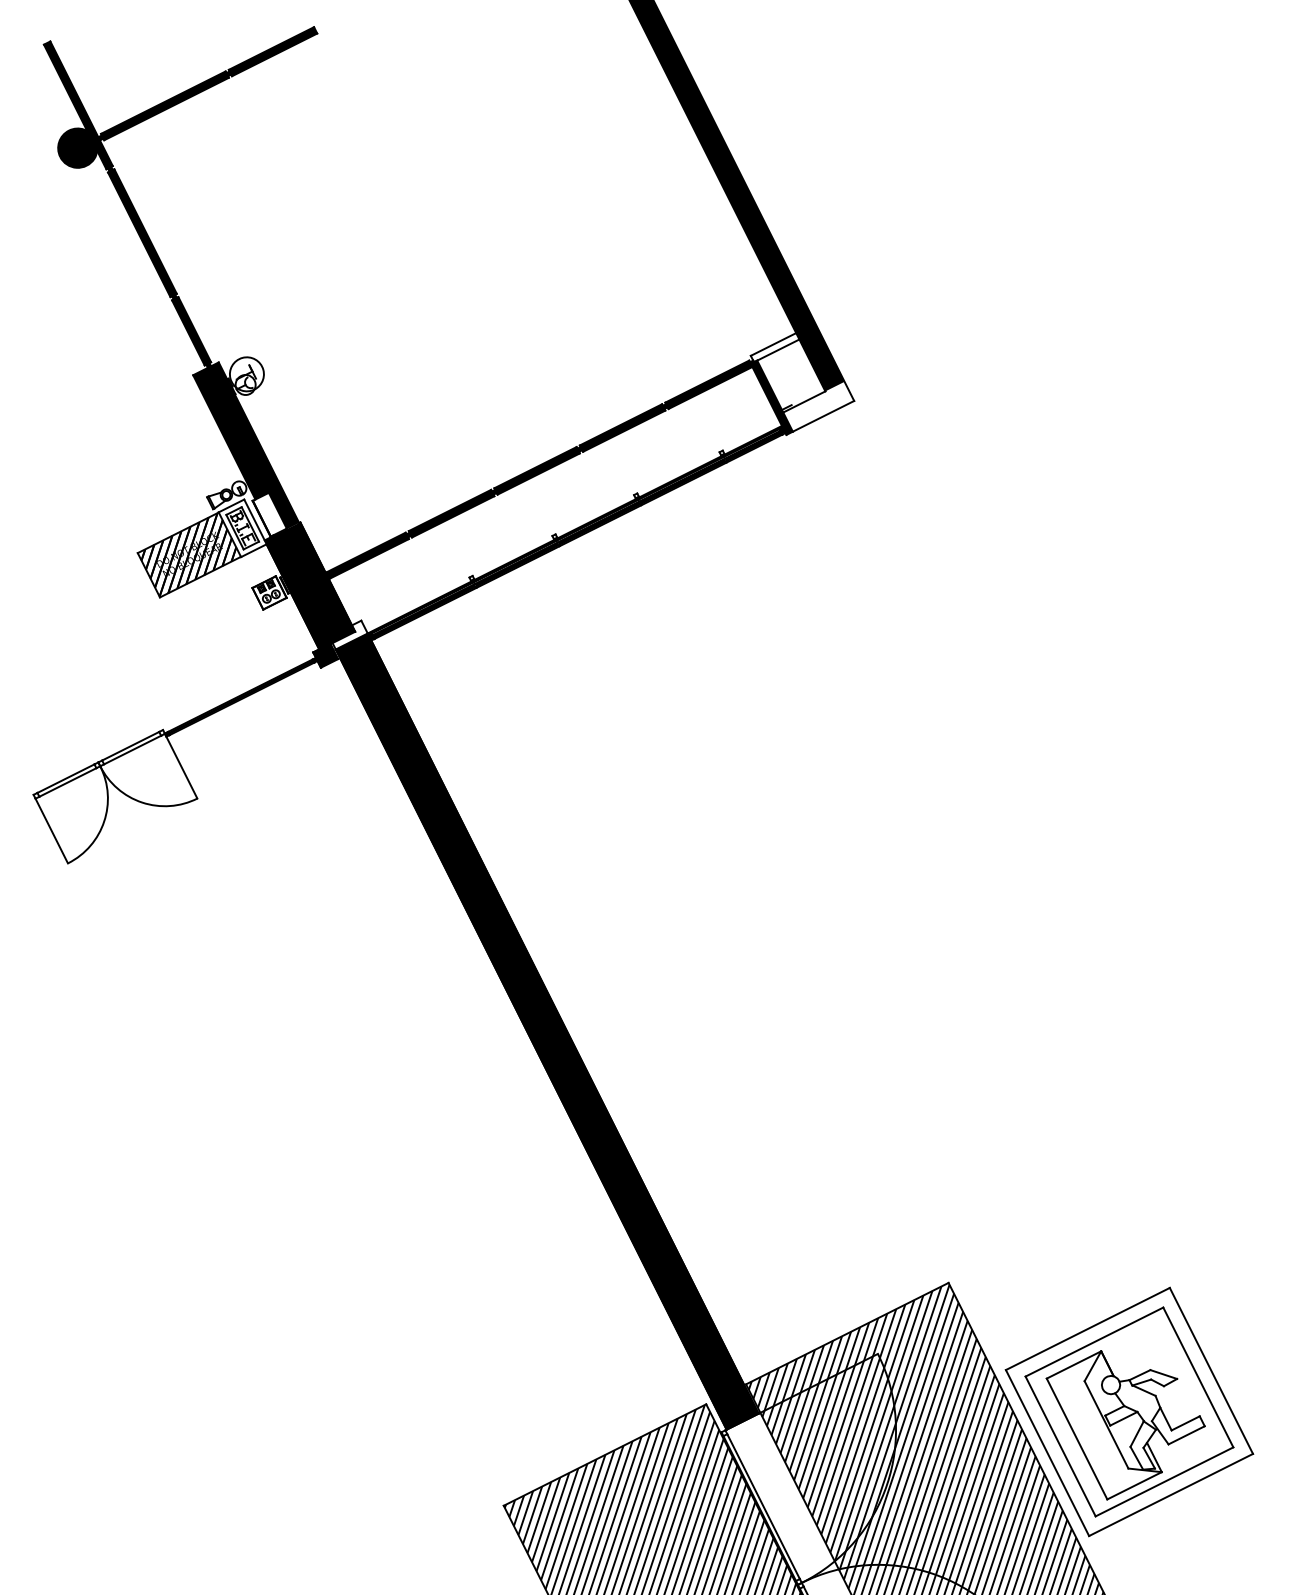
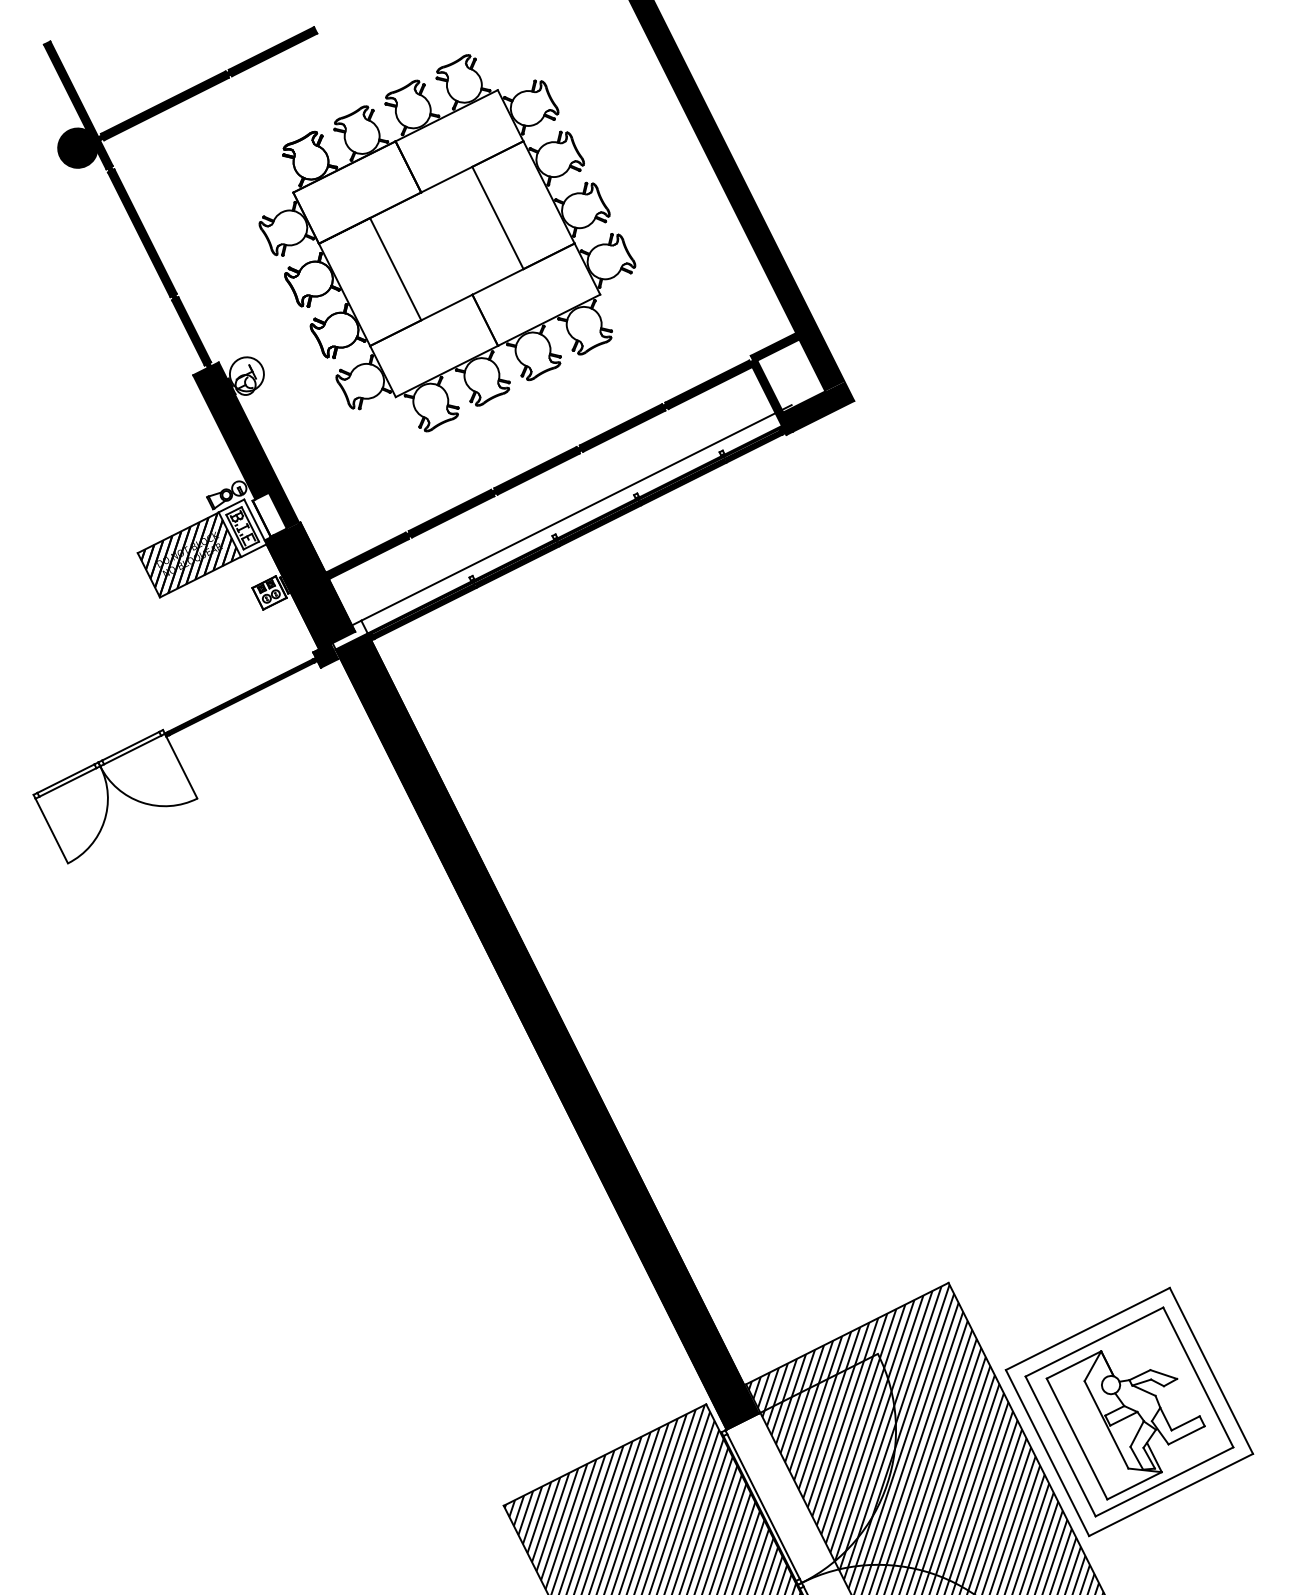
part at (447, 243): none -> present
fill at (774, 347): none -> present
fill at (818, 406): none -> present
line at (568, 516): none -> present
